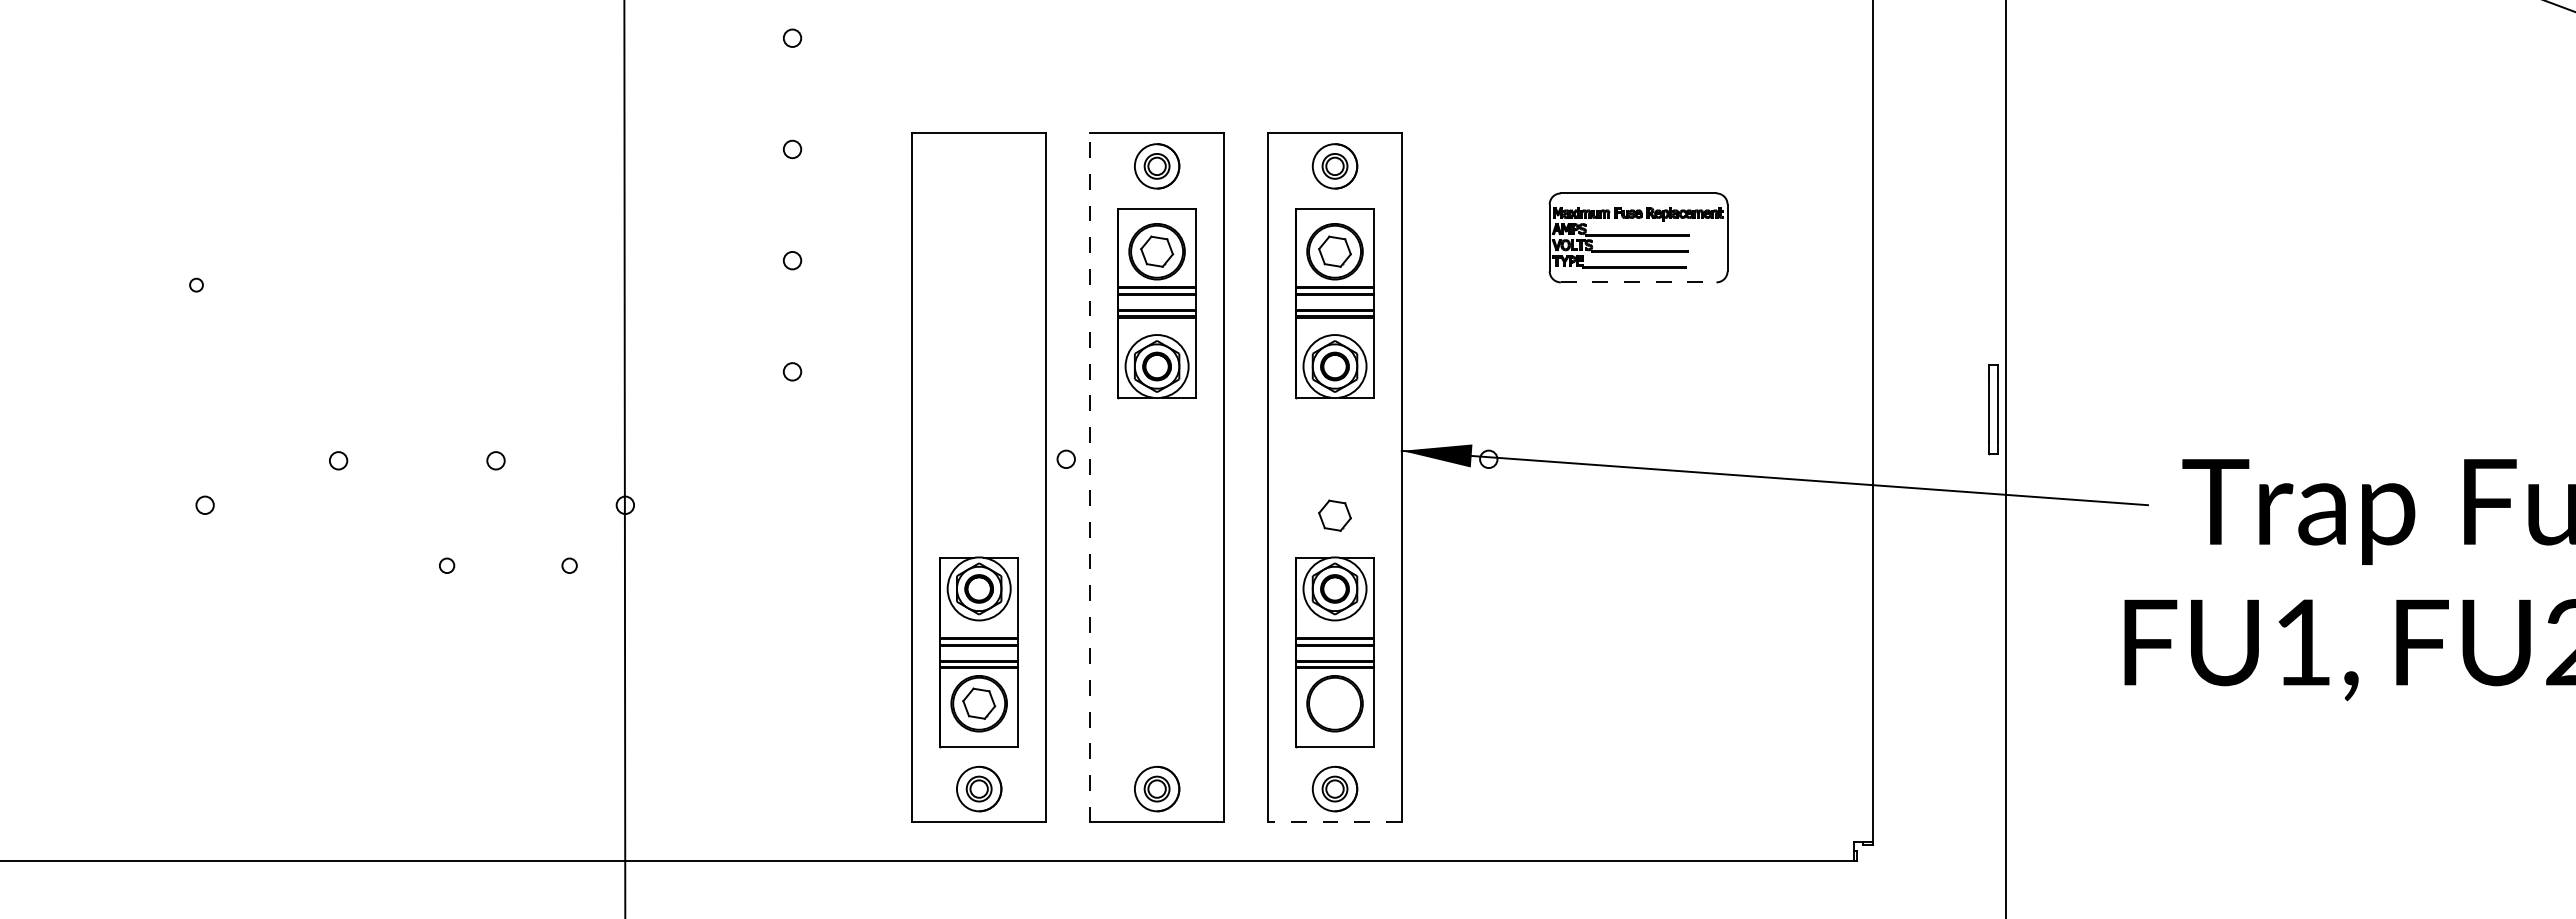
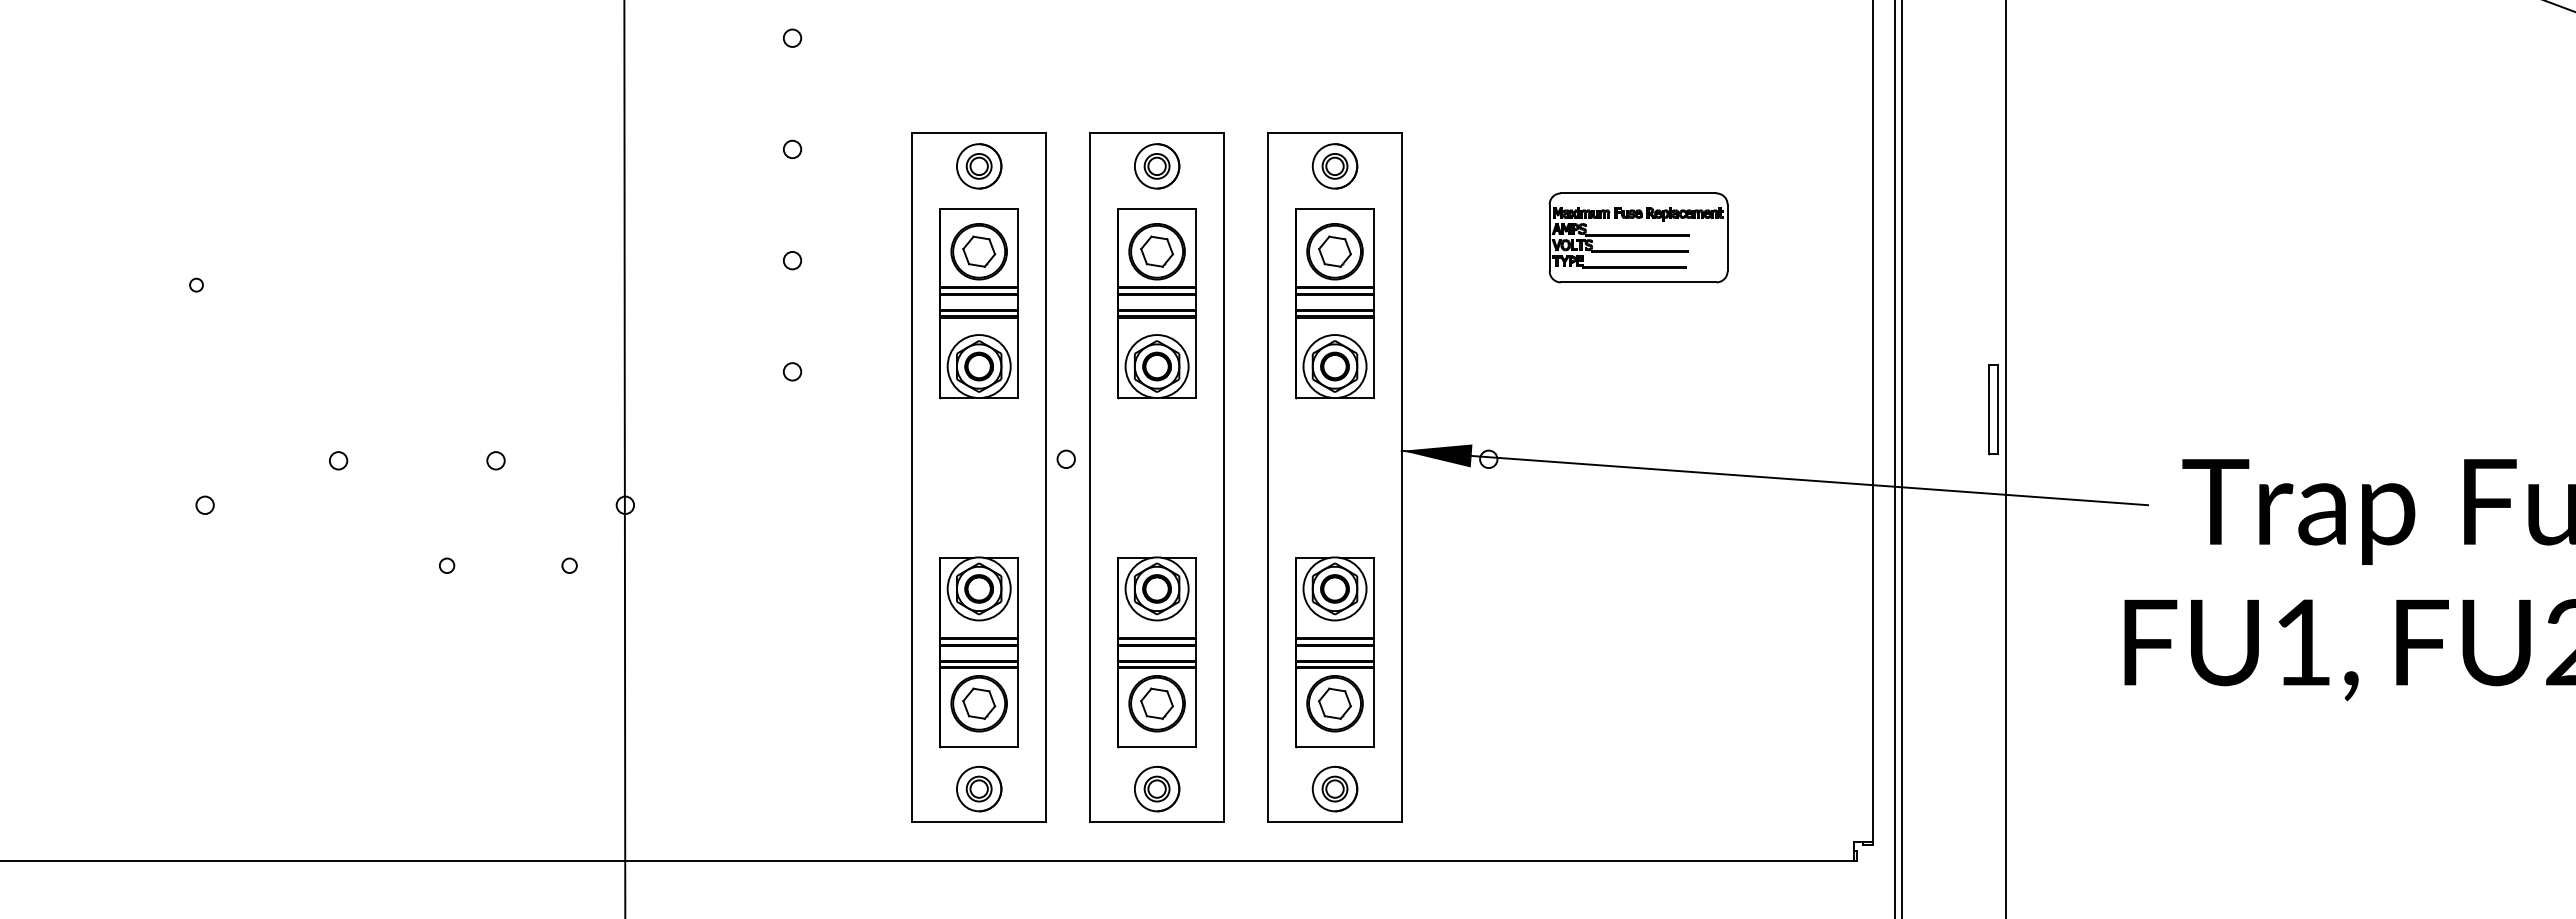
part at (979, 166): none -> present
line at (1638, 282): dashed -> solid
part at (978, 303): none -> present
line at (1895, 458): none -> present
line at (1902, 458): none -> present
line at (1090, 477): dashed -> solid
part at (1334, 515) position: (1334, 515) -> (1334, 703)
part at (1156, 652): none -> present
line at (1335, 822): dashed -> solid
